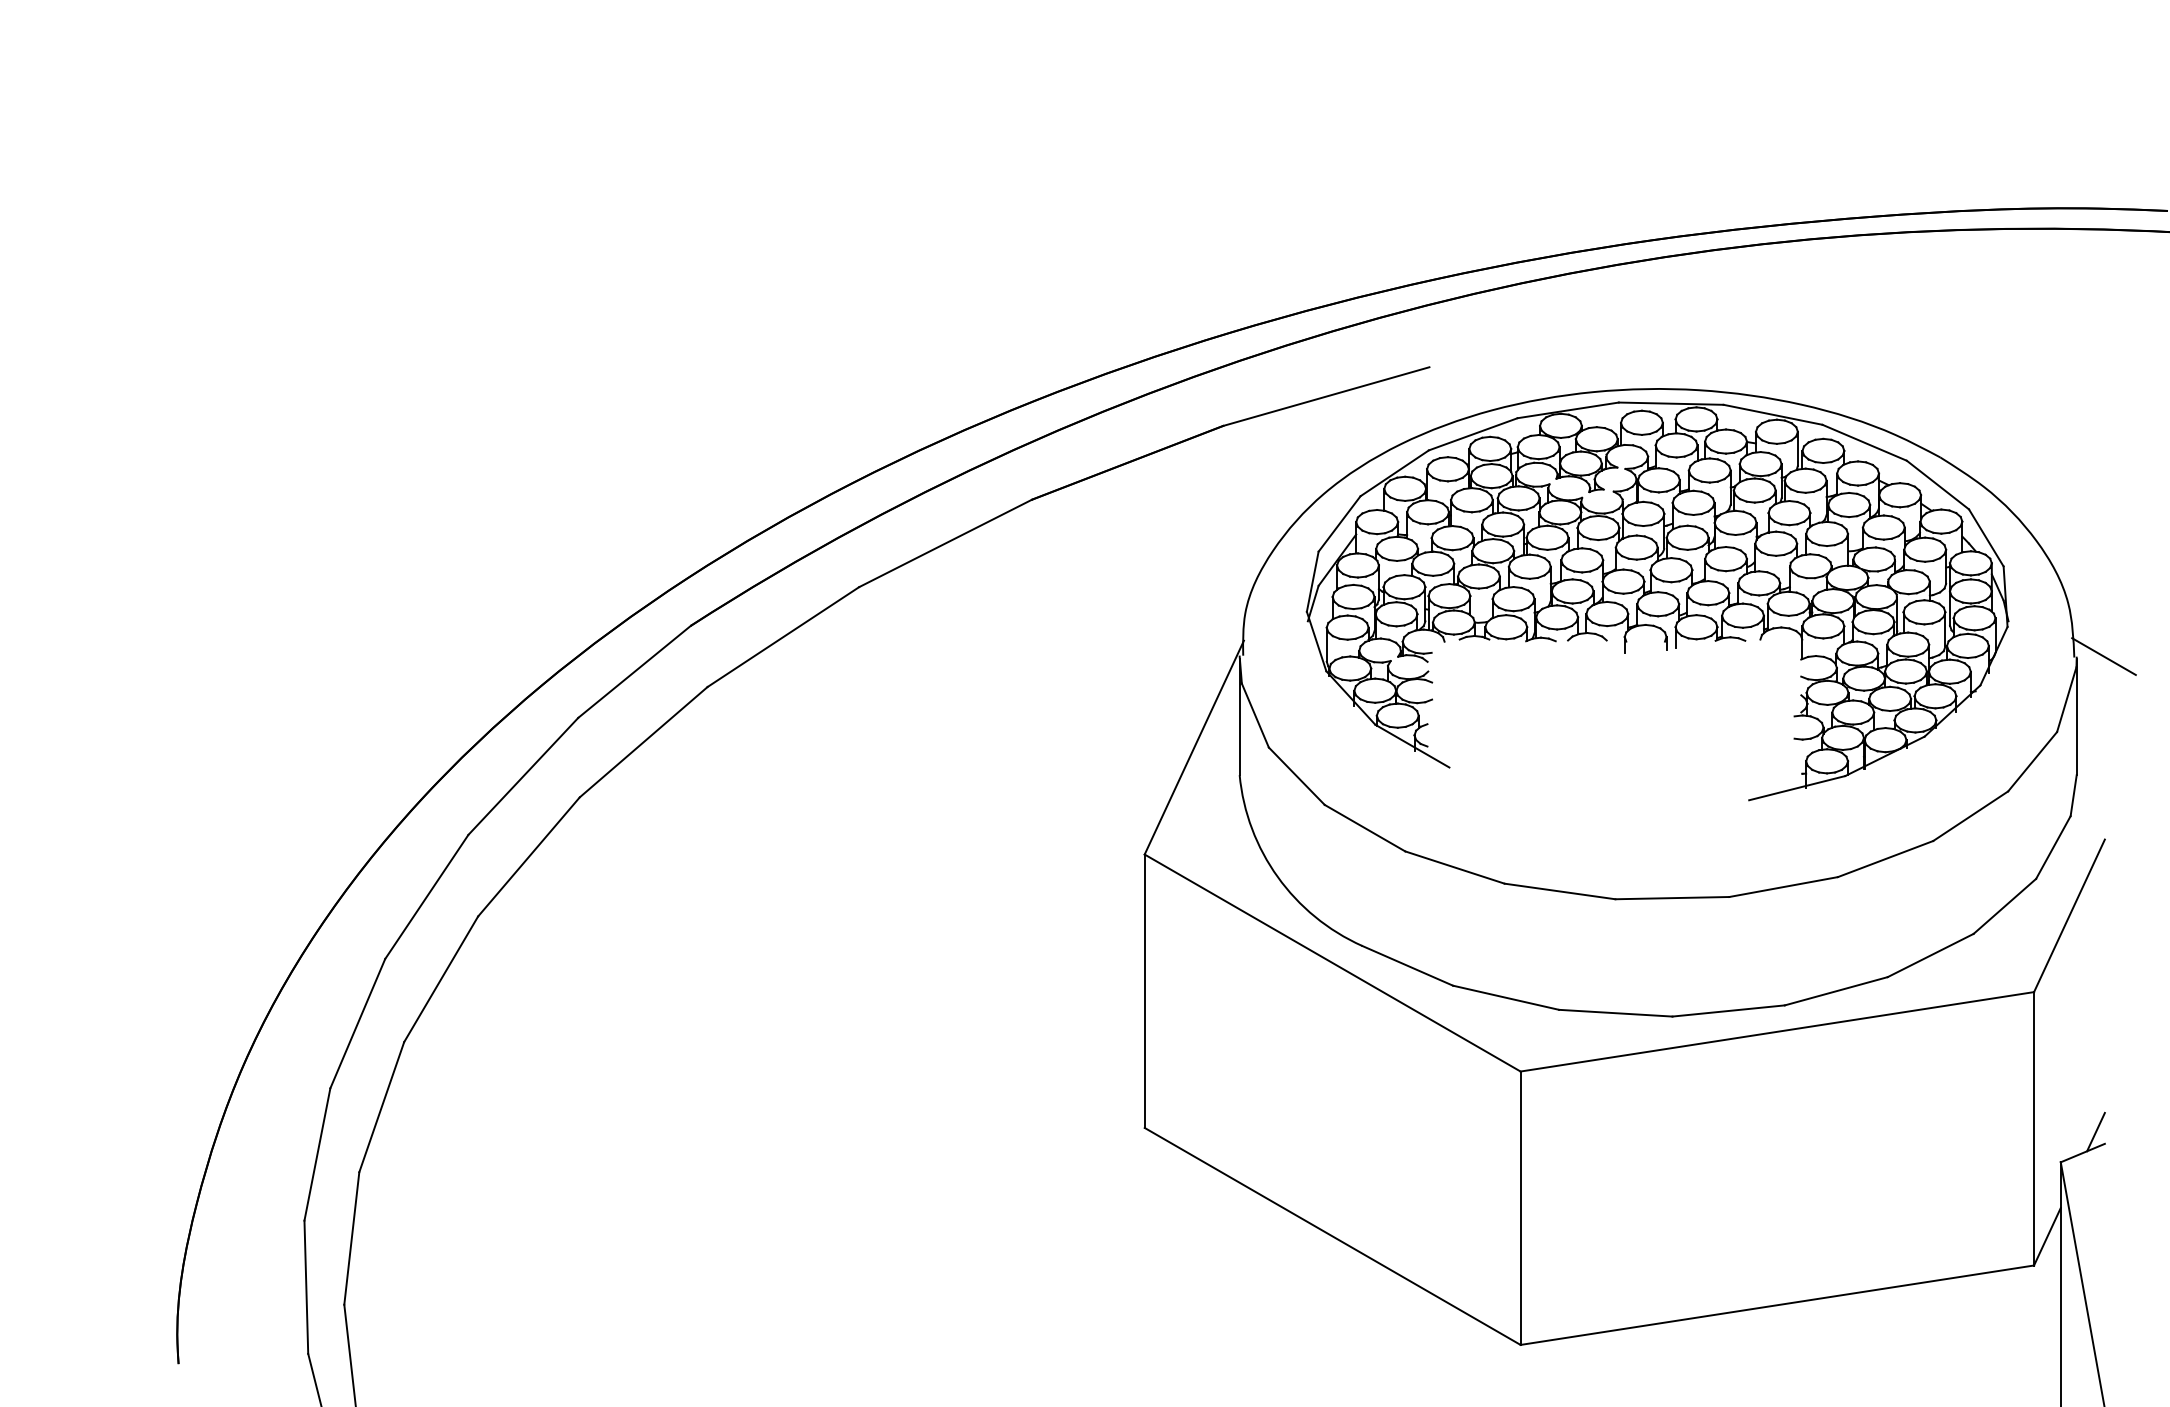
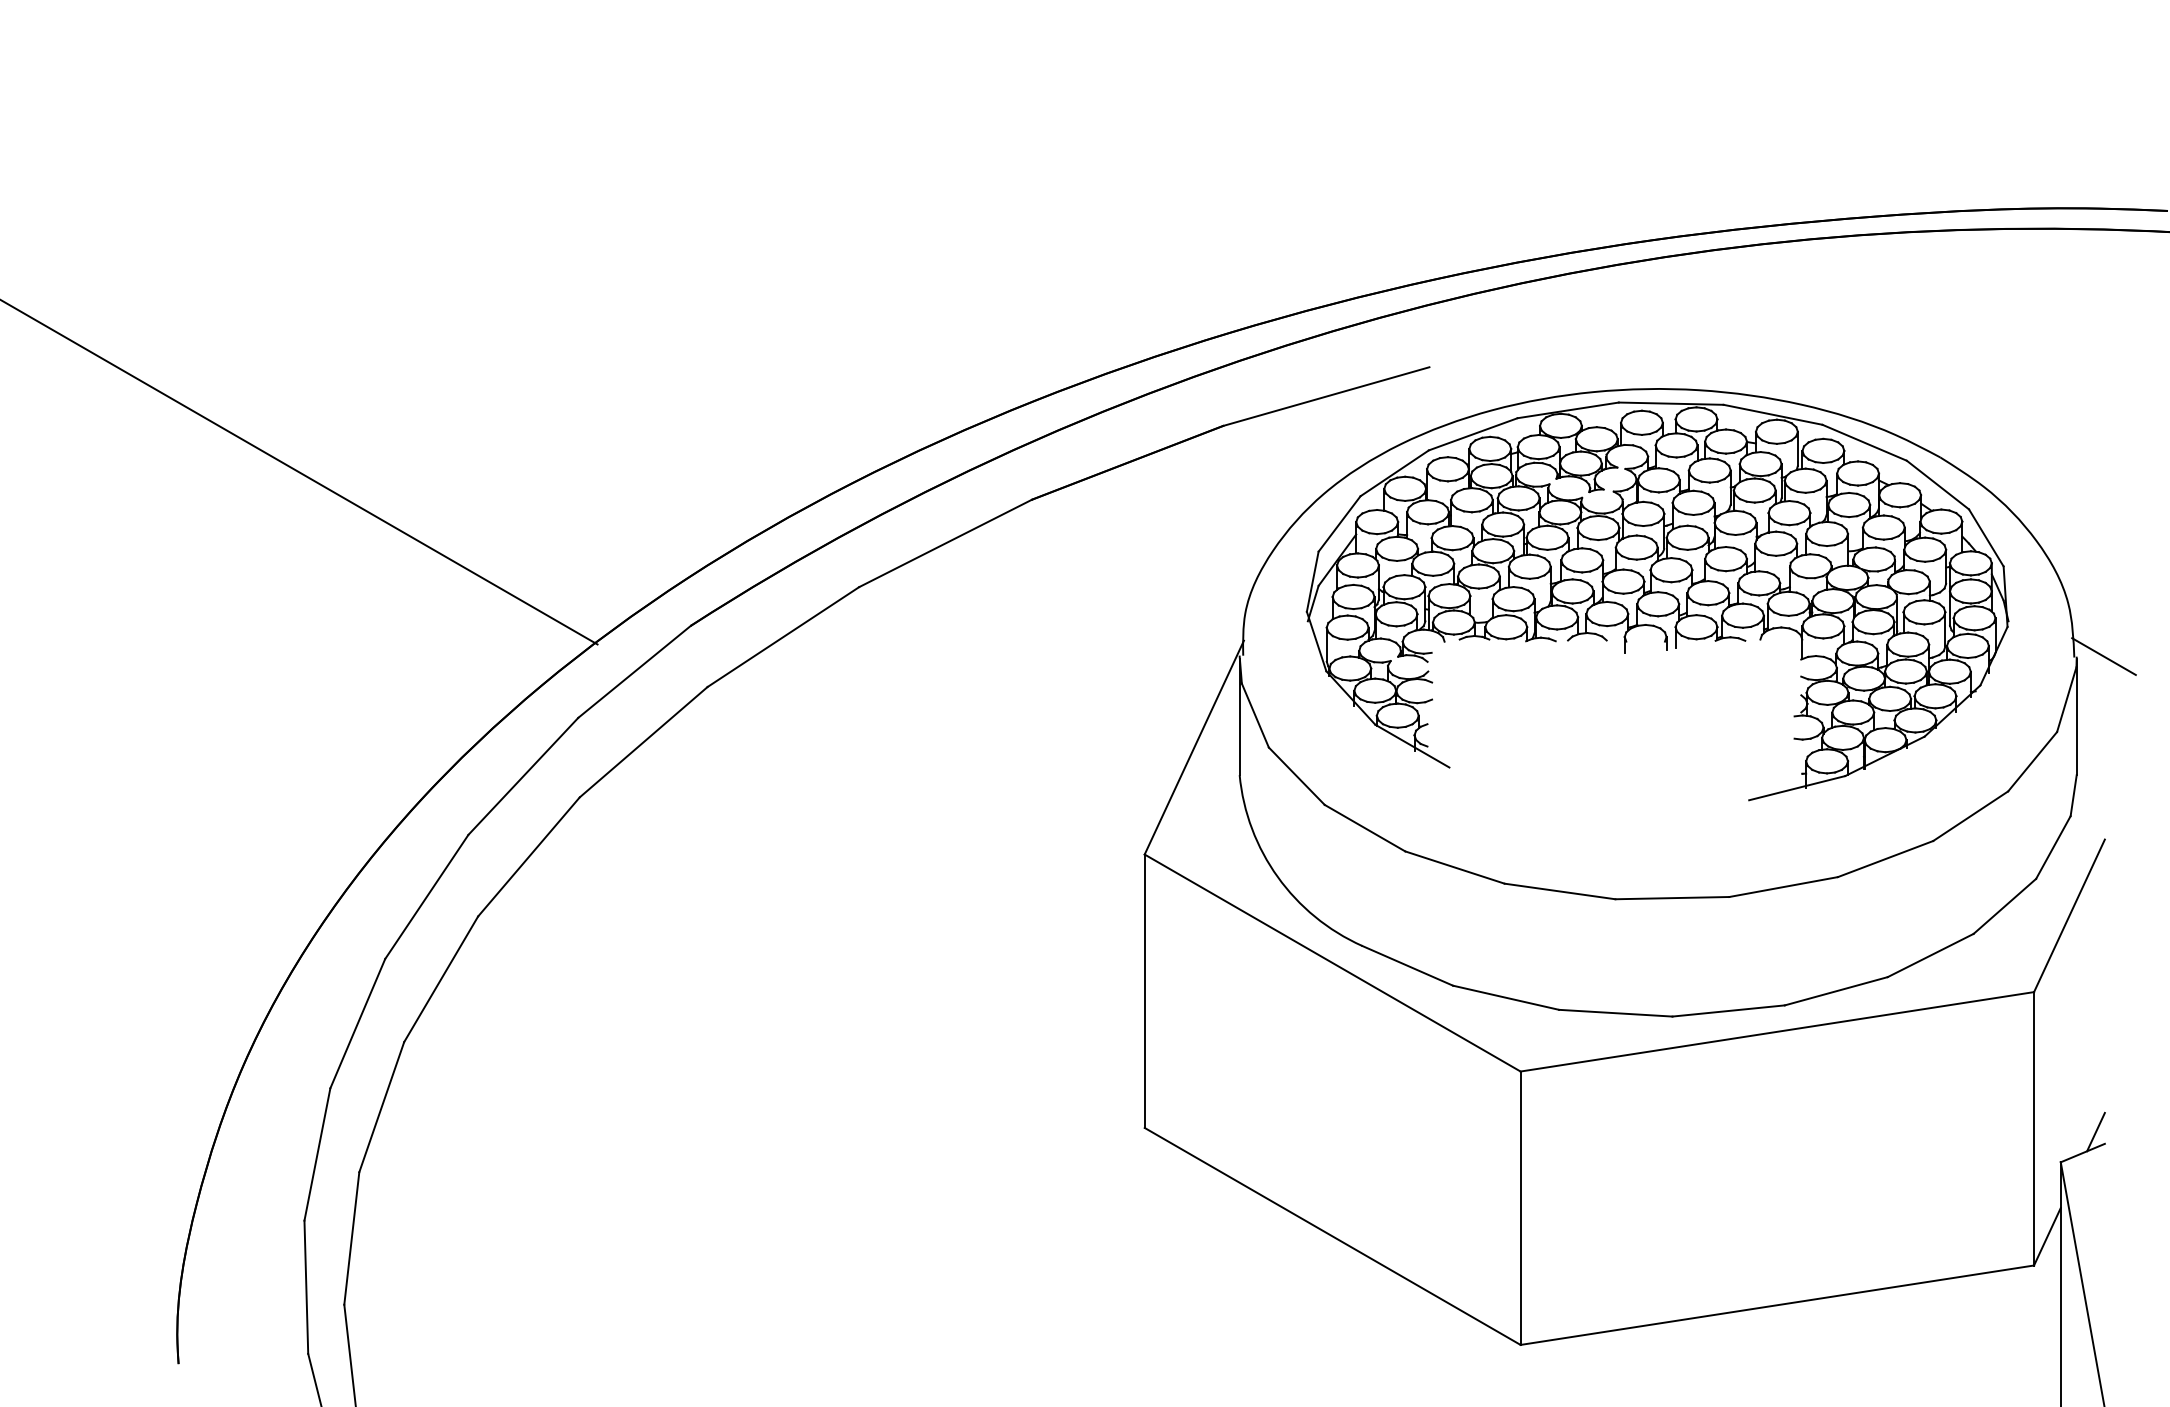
line at (299, 472): none -> present
